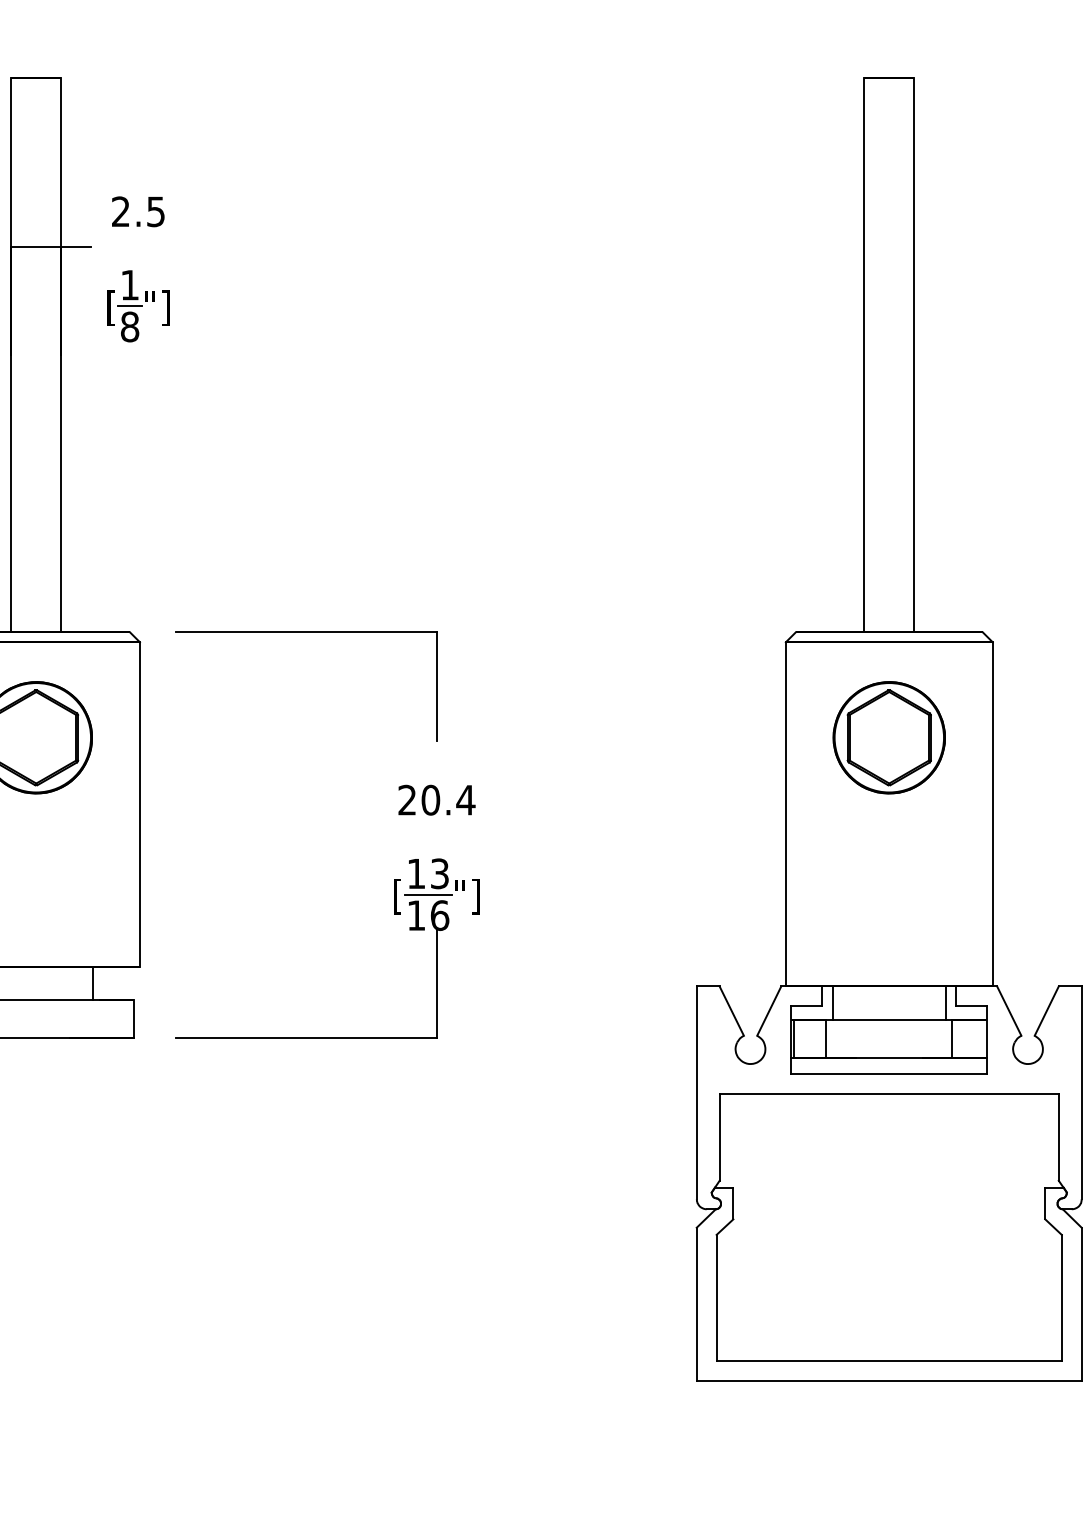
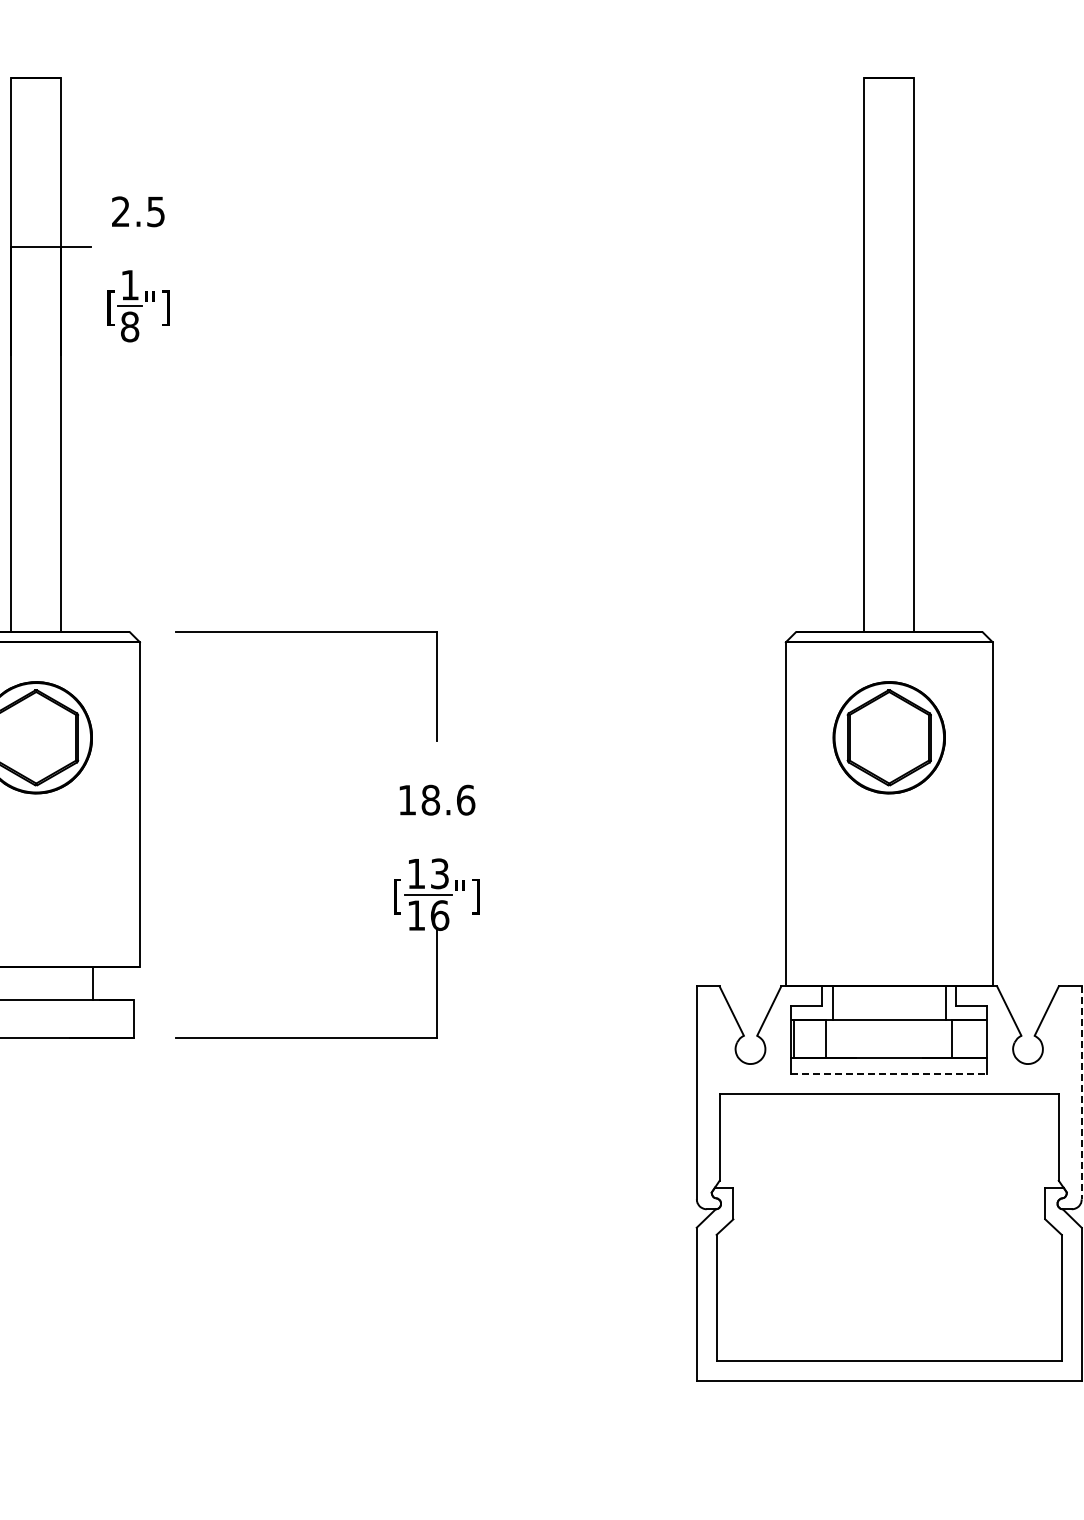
text at (436, 799): 20.4 -> 18.6
line at (889, 1073): solid -> dashed
line at (1081, 1093): solid -> dashed
